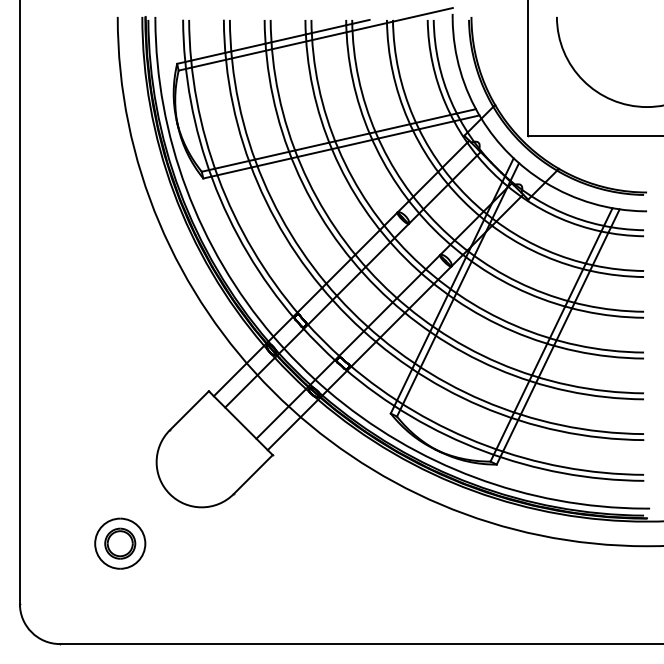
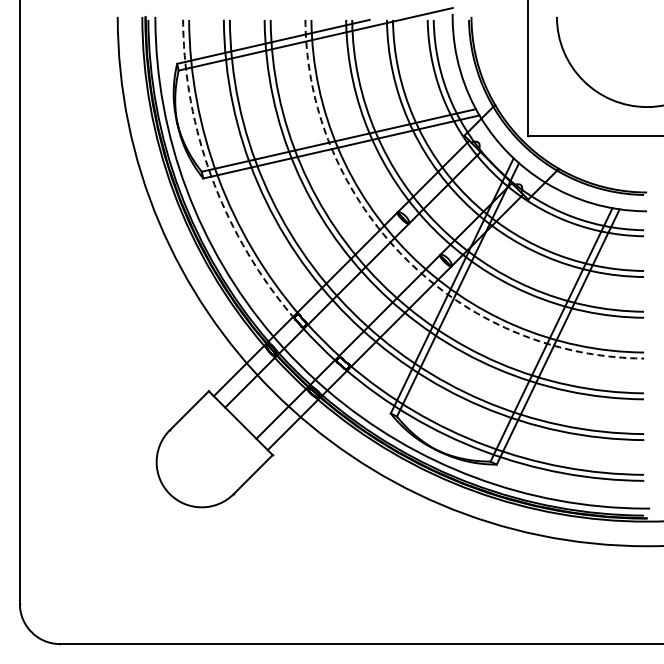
arc at (212, 179): solid -> dashed
arc at (405, 258): solid -> dashed
part at (120, 543): present -> none
